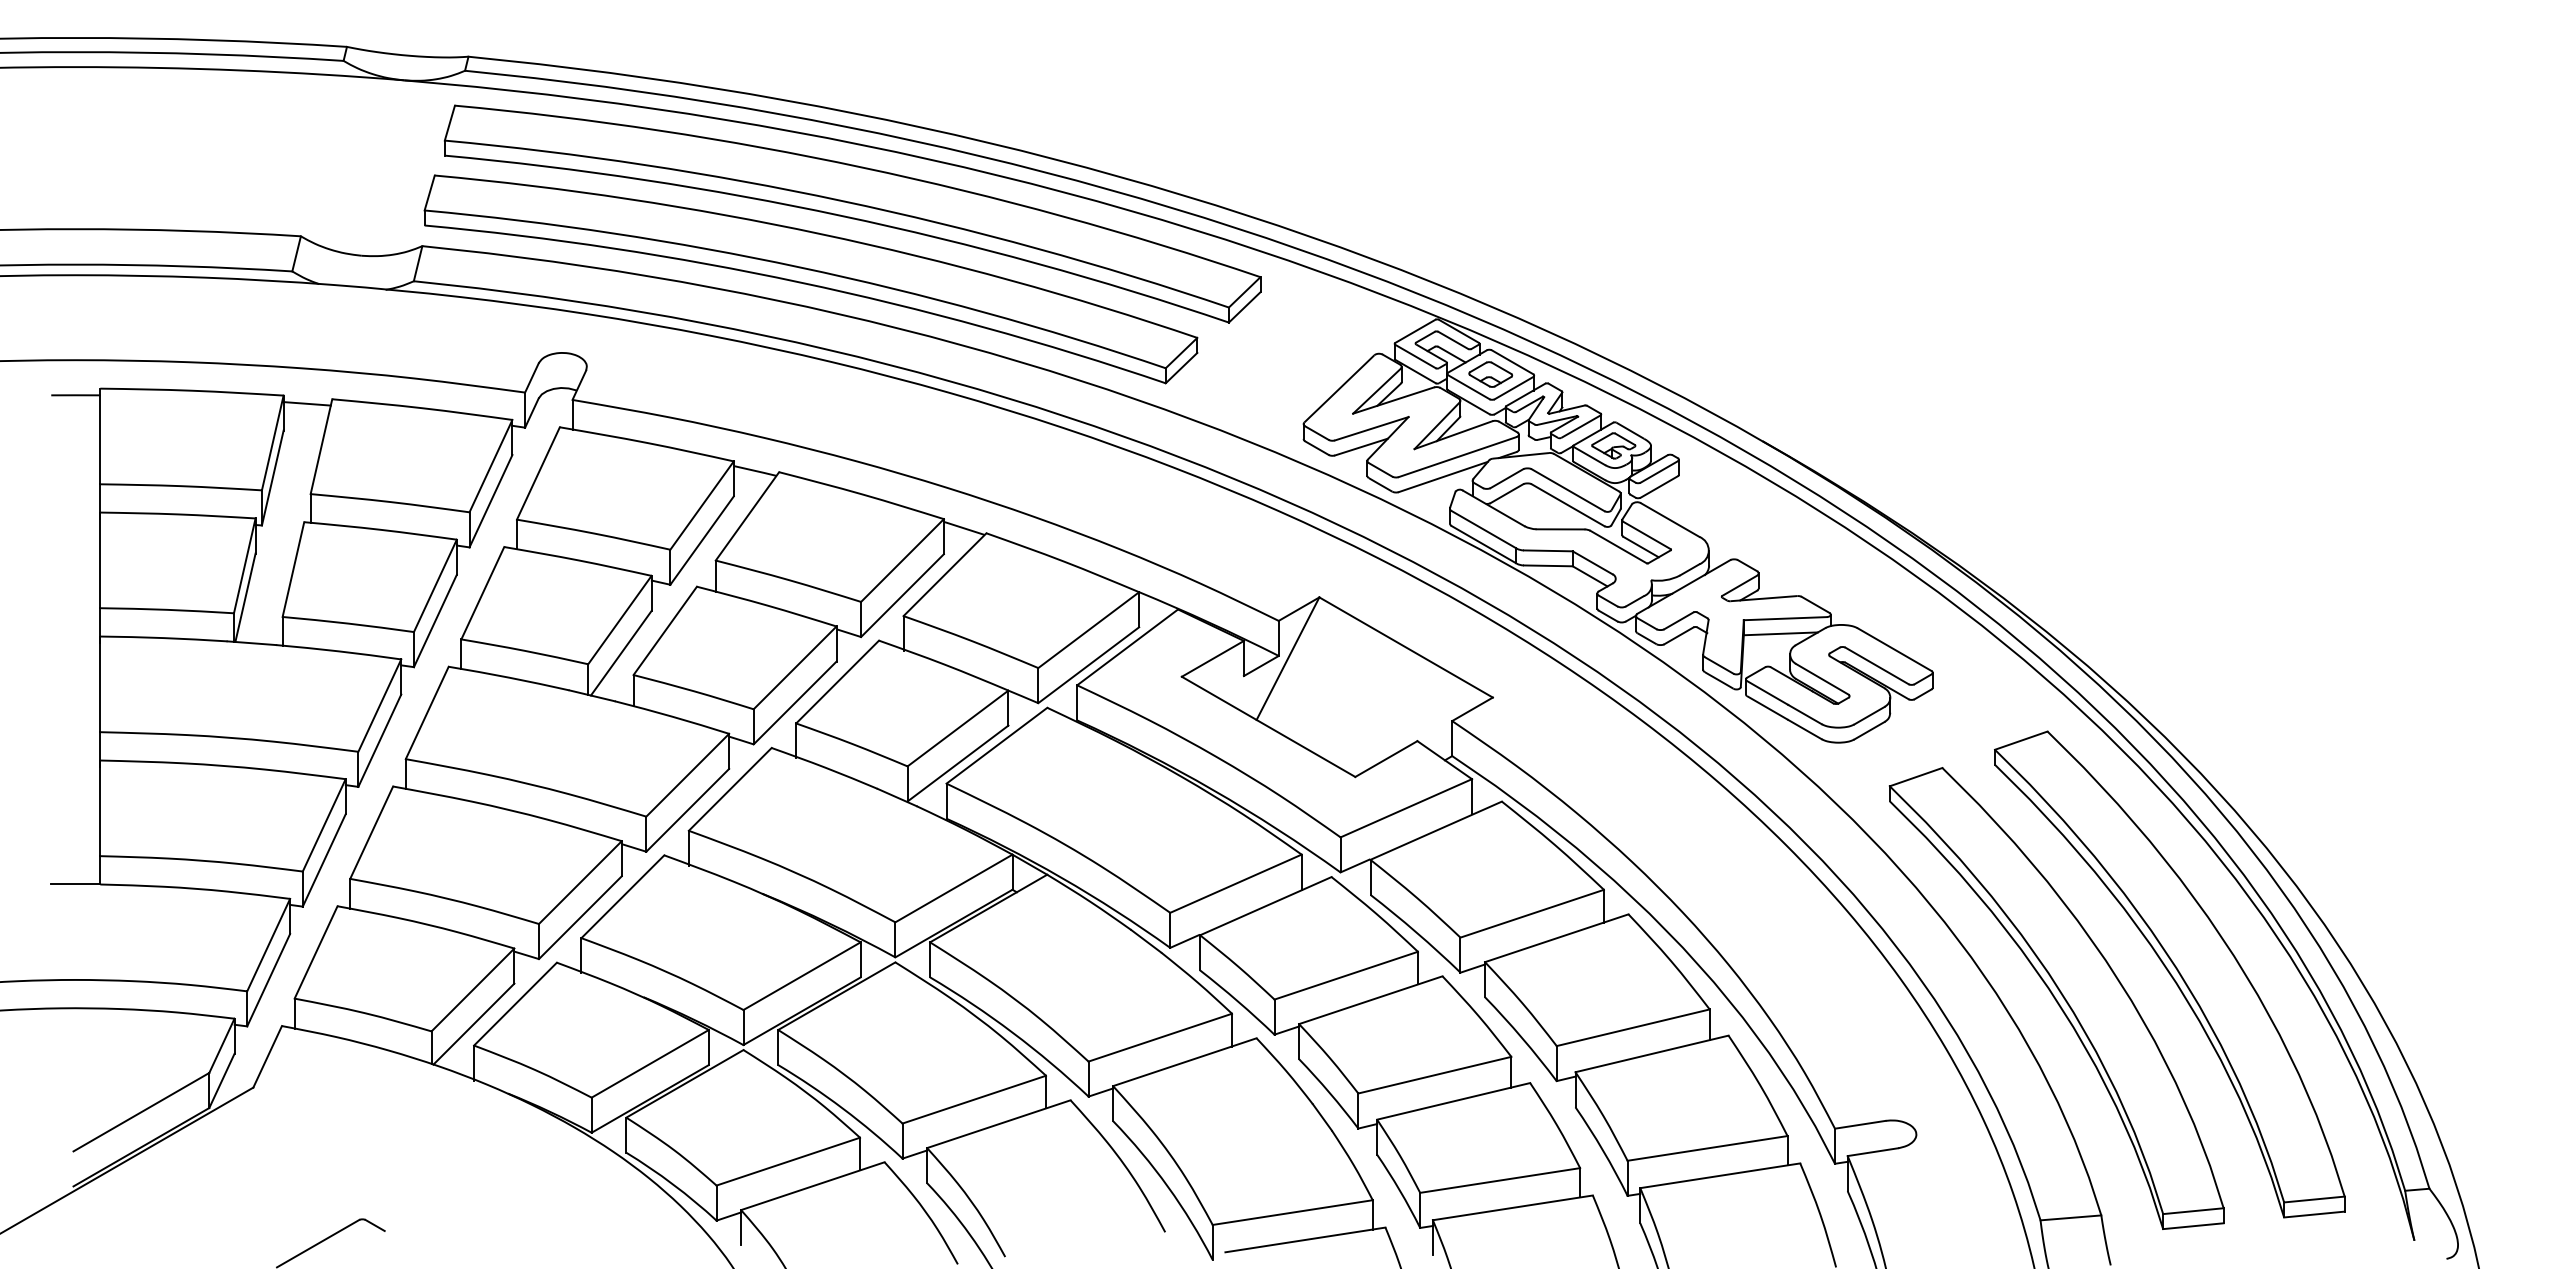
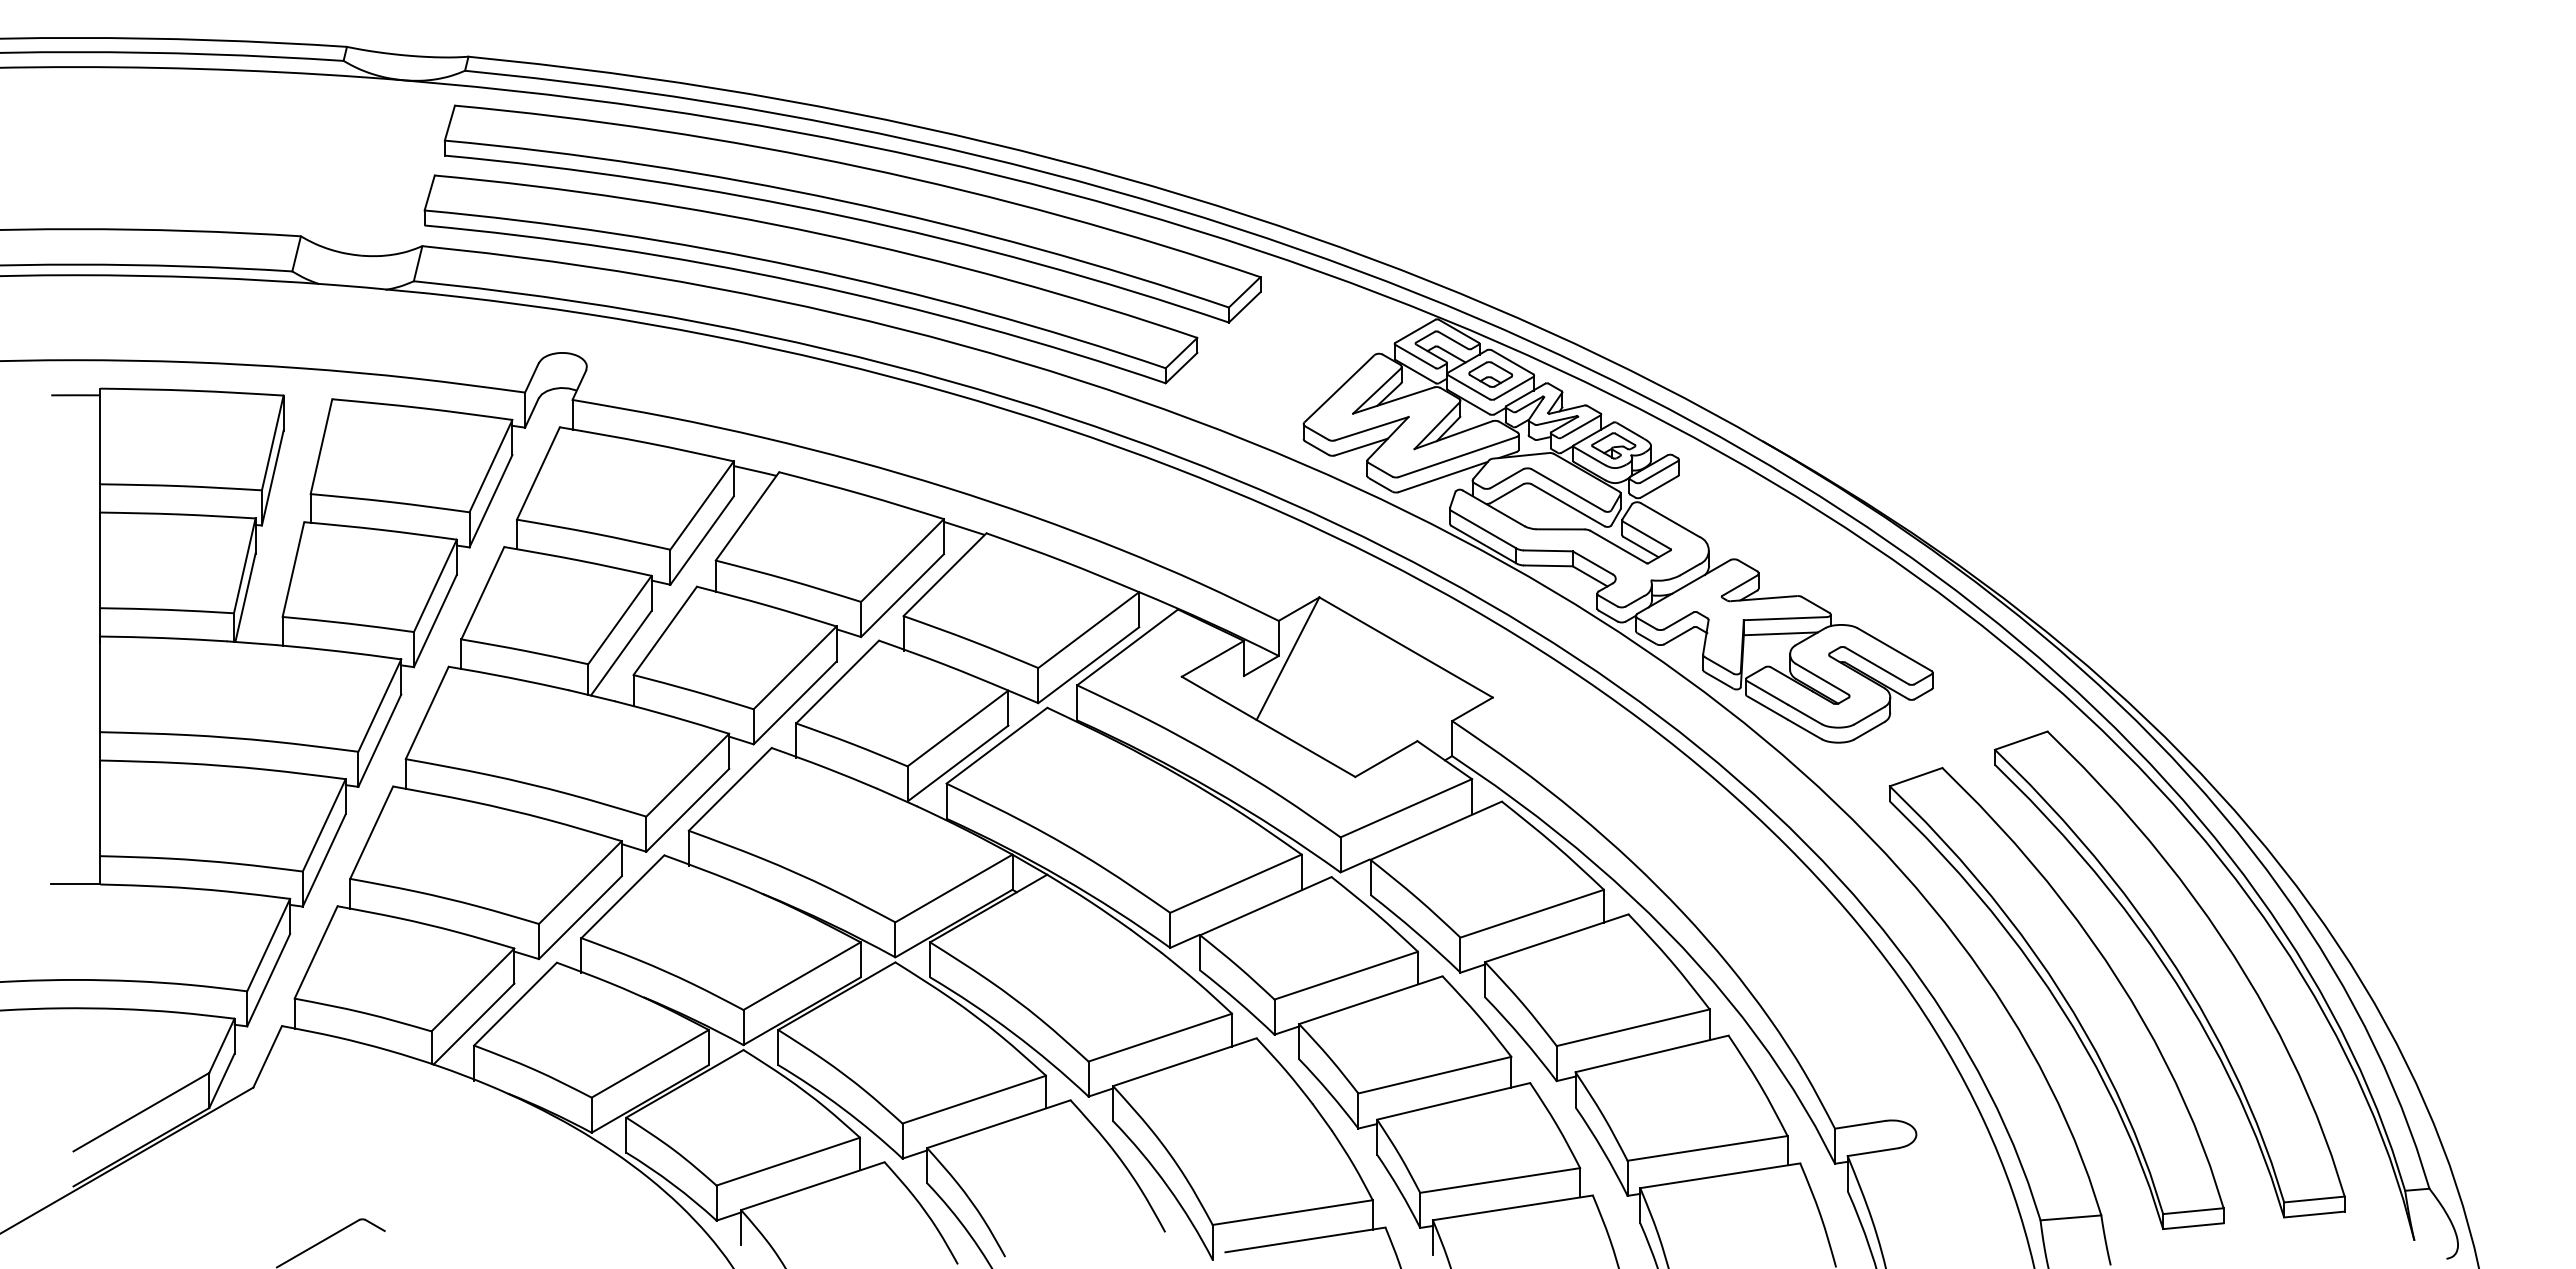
line at (306, 403): present -> none
